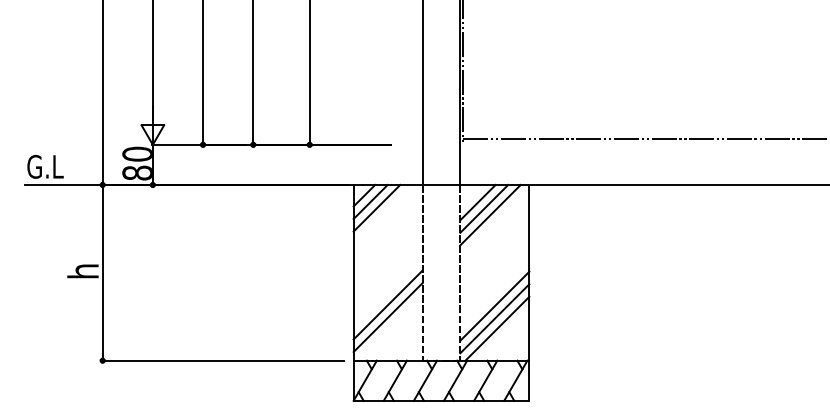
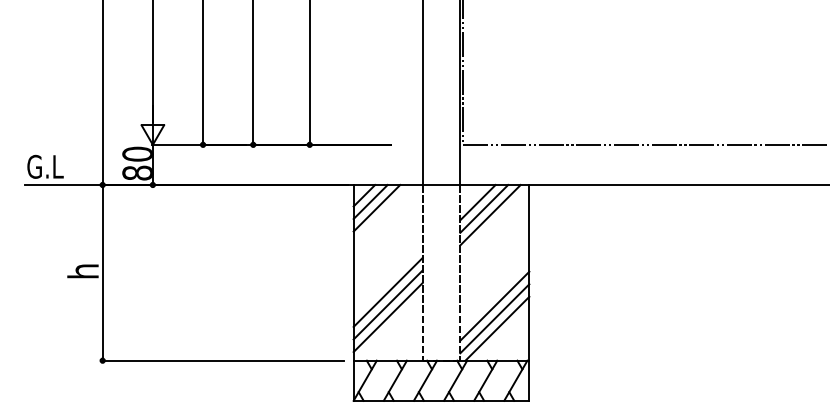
line at (644, 138) position: (644, 138) -> (644, 144)
line at (387, 291): none -> present
